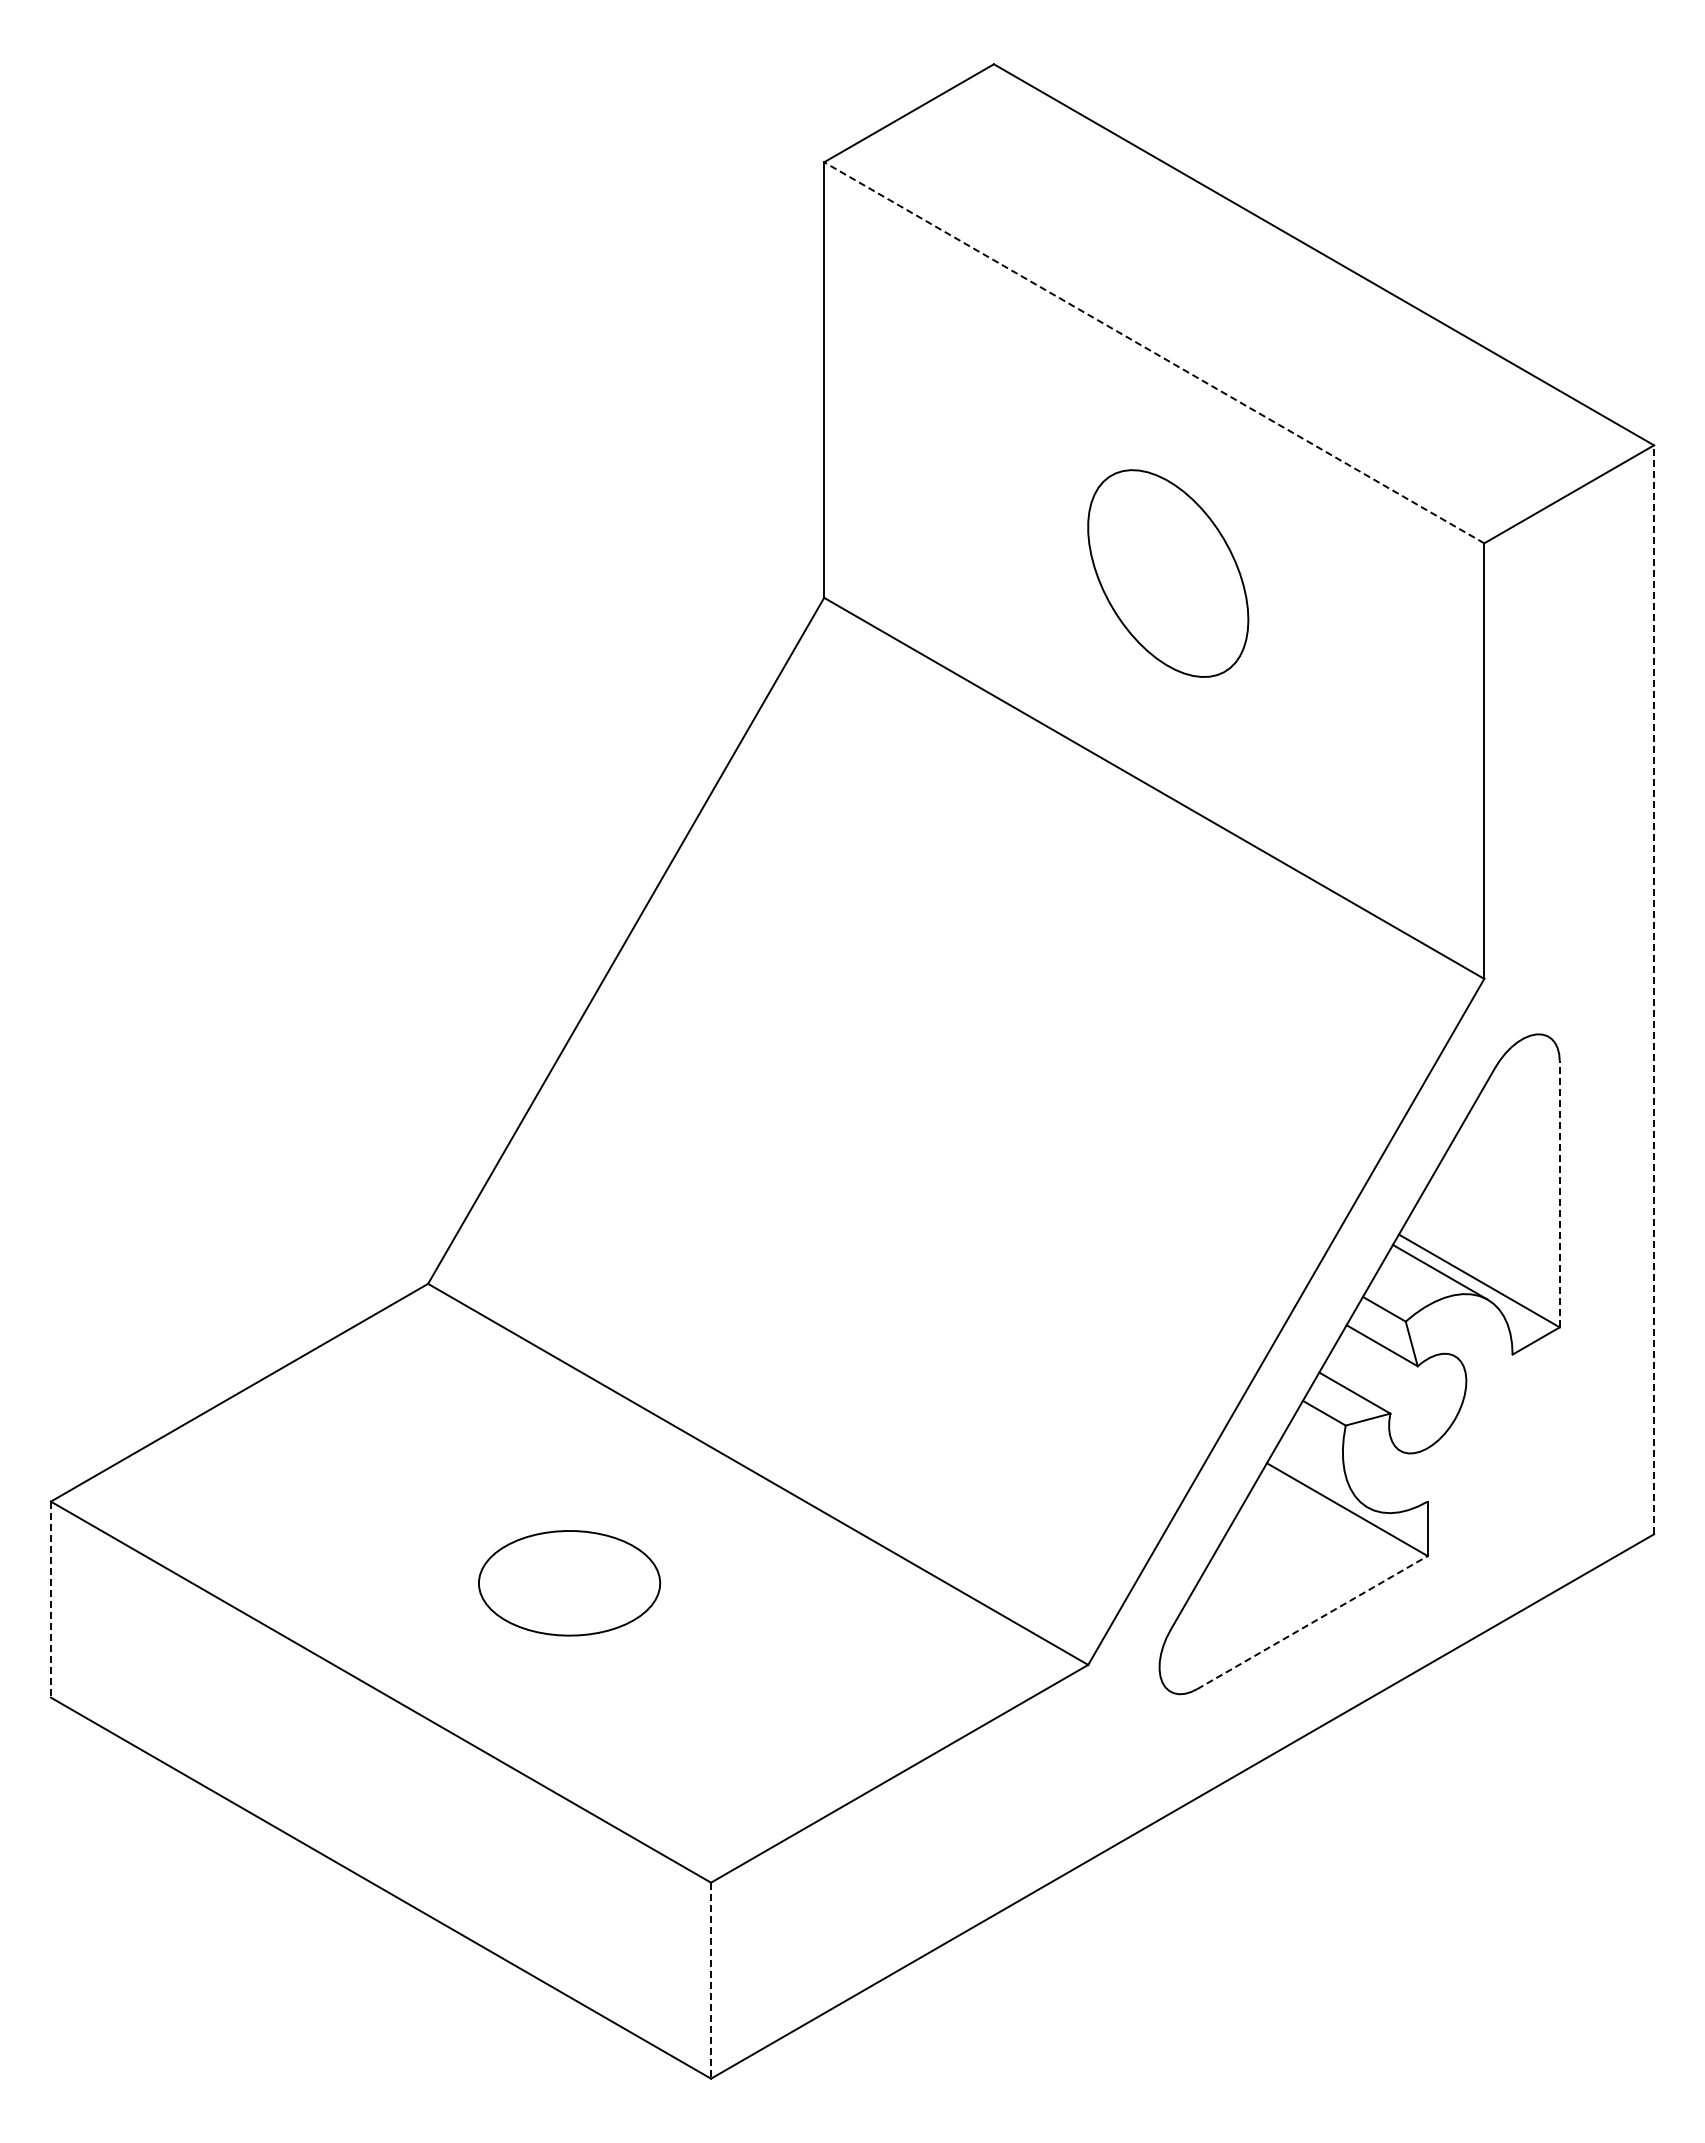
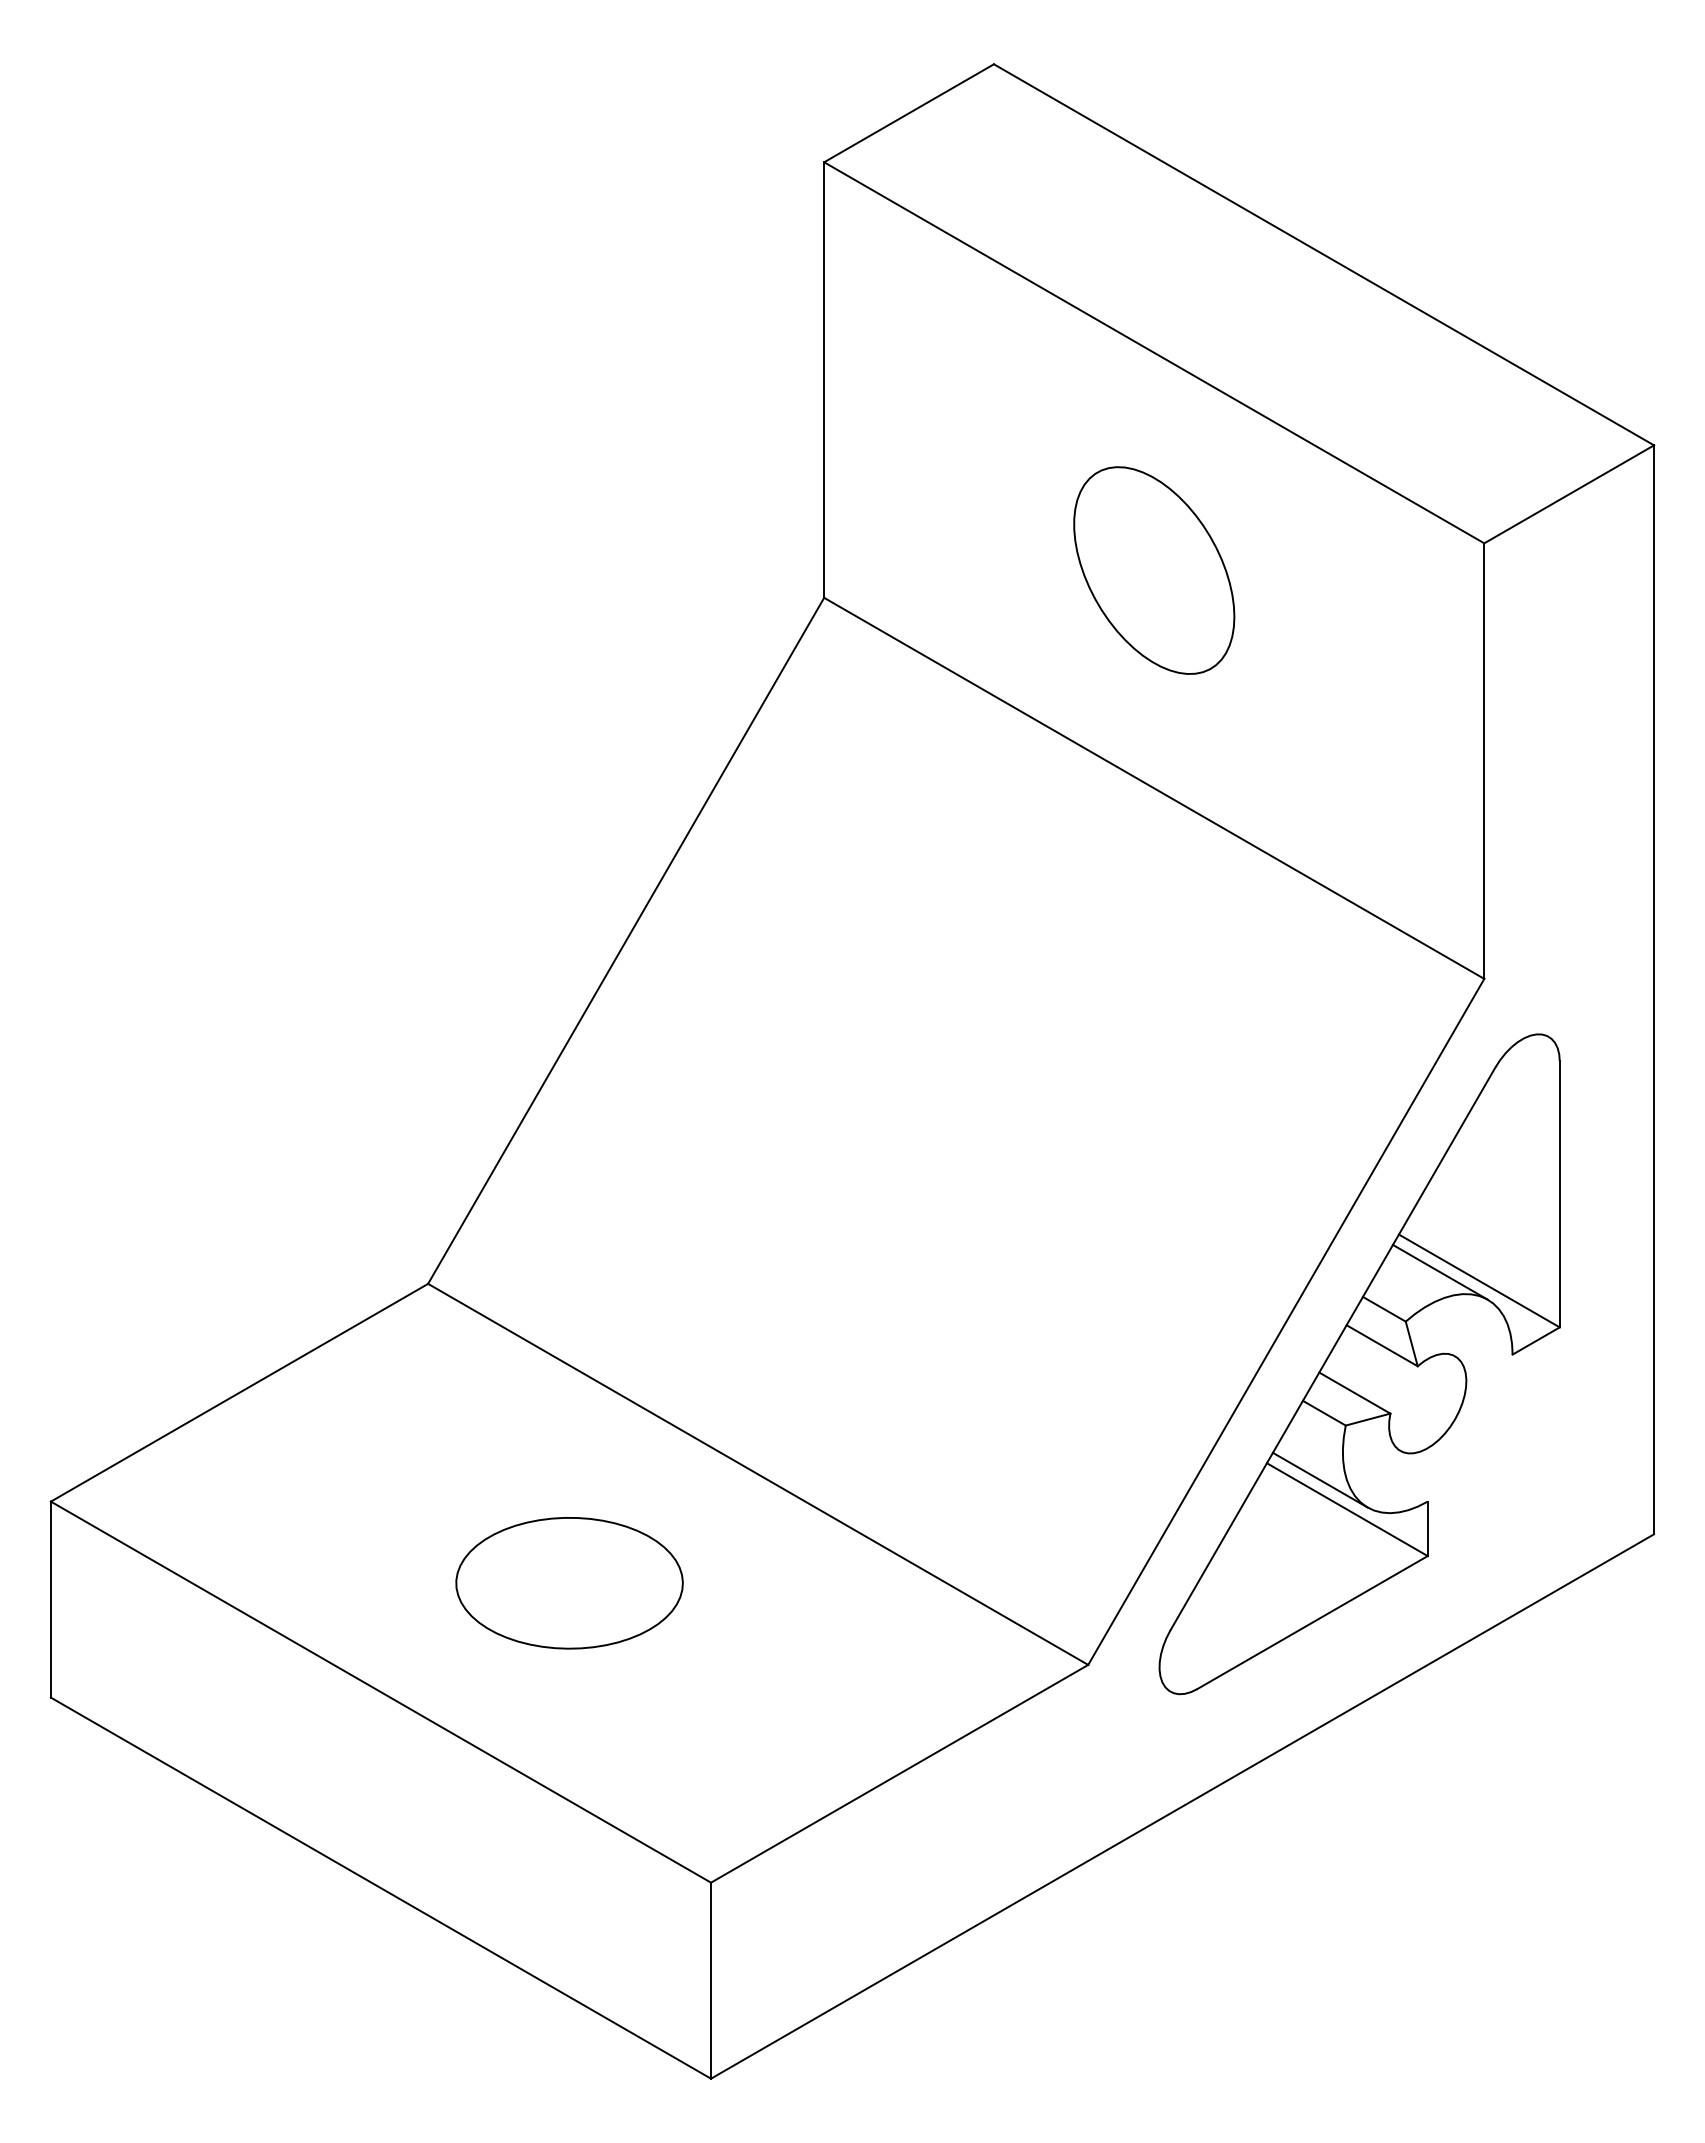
line at (1153, 352): dashed -> solid
part at (1168, 573) position: (1168, 573) -> (1154, 570)
line at (1654, 989): dashed -> solid
line at (1559, 1193): dashed -> solid
line at (1319, 1479): none -> present
part at (569, 1583) size: 184x107 px -> 229x133 px
line at (50, 1600): dashed -> solid
line at (1312, 1622): dashed -> solid
line at (711, 1981): dashed -> solid
